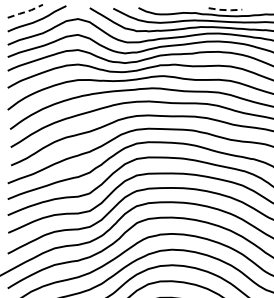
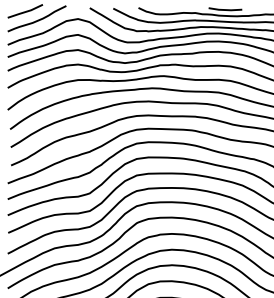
line at (225, 10): dashed -> solid
line at (25, 11): dashed -> solid
